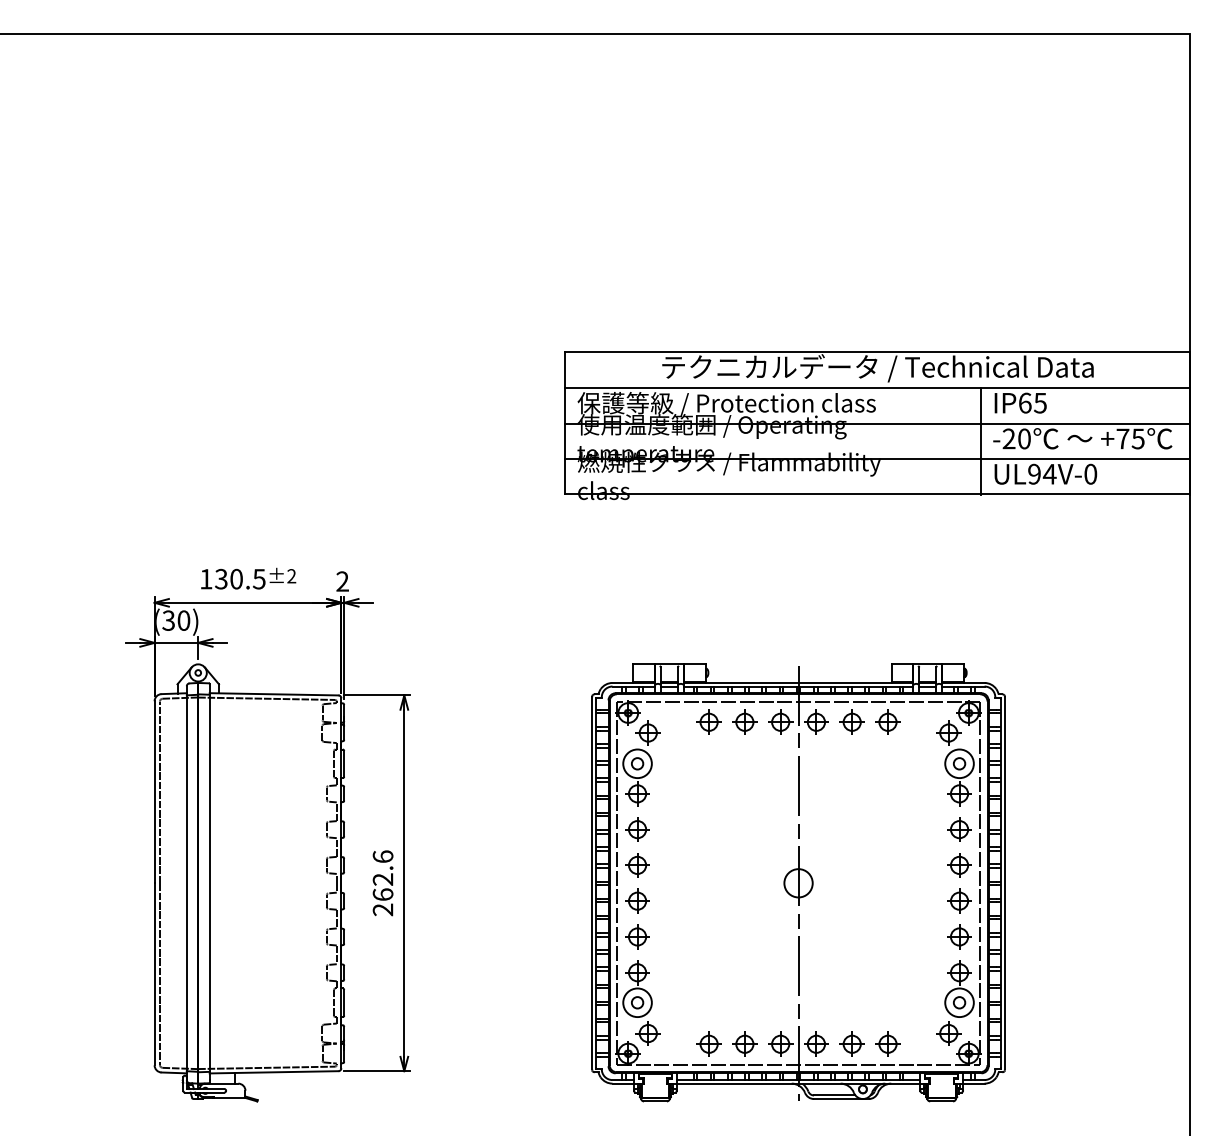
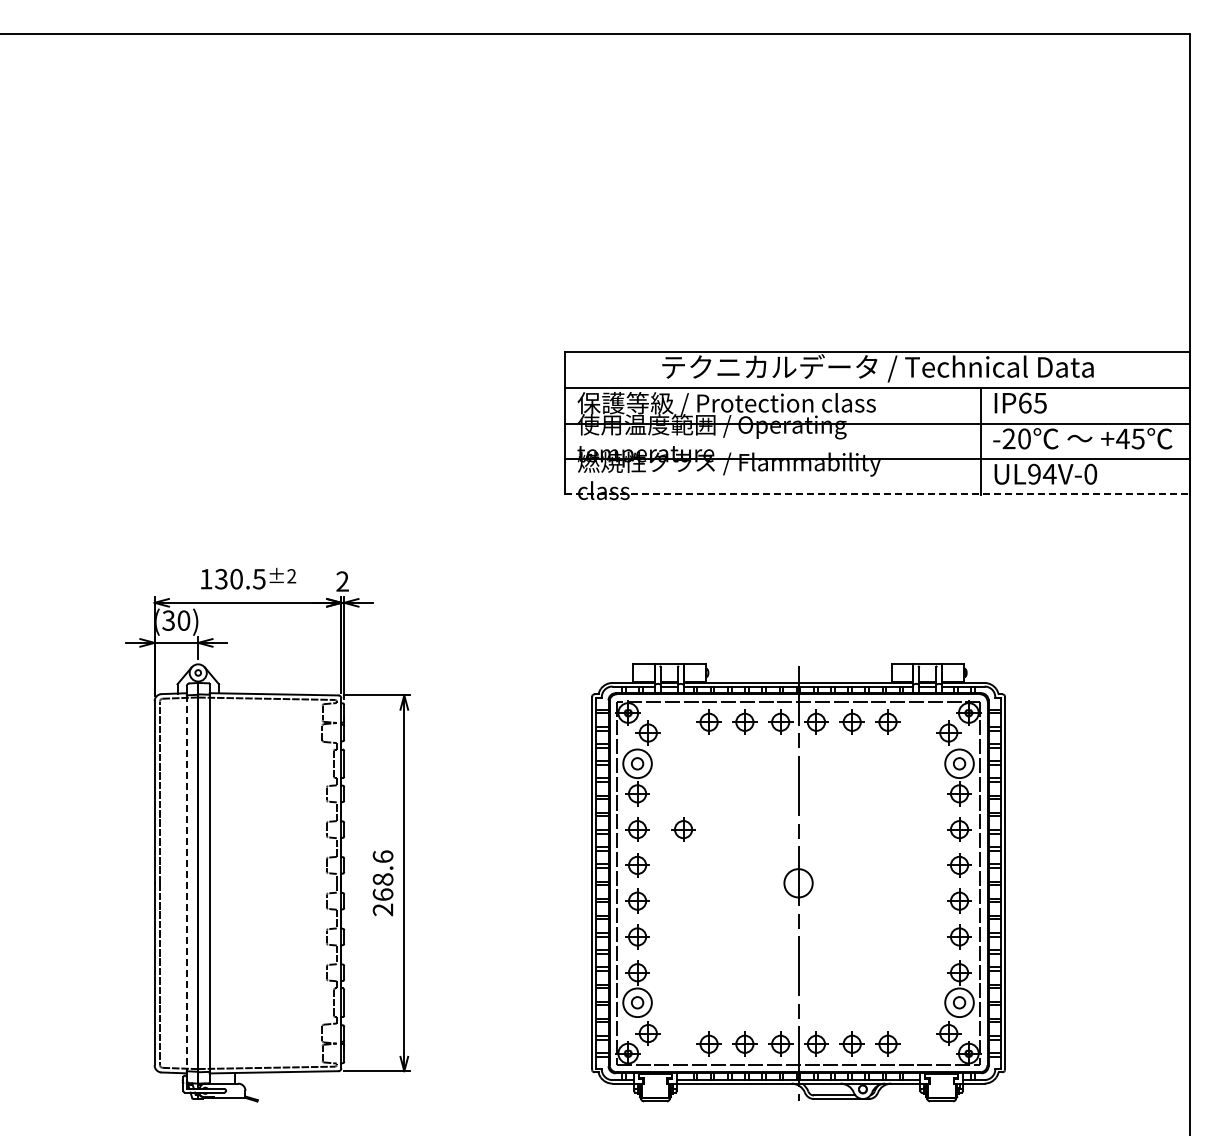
text at (1122, 438): +75 -> +45
line at (878, 494): solid -> dashed
part at (683, 829): none -> present
text at (382, 879): 262.6 -> 268.6
line at (186, 883): solid -> dashed
